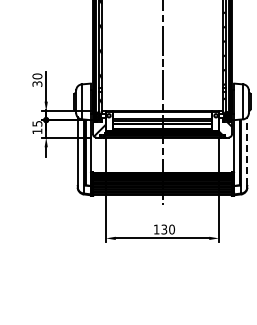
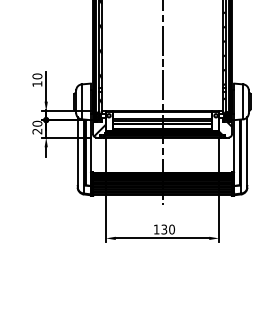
text at (37, 83): 30 -> 10
text at (37, 127): 15 -> 20
line at (247, 151): dashed -> solid
